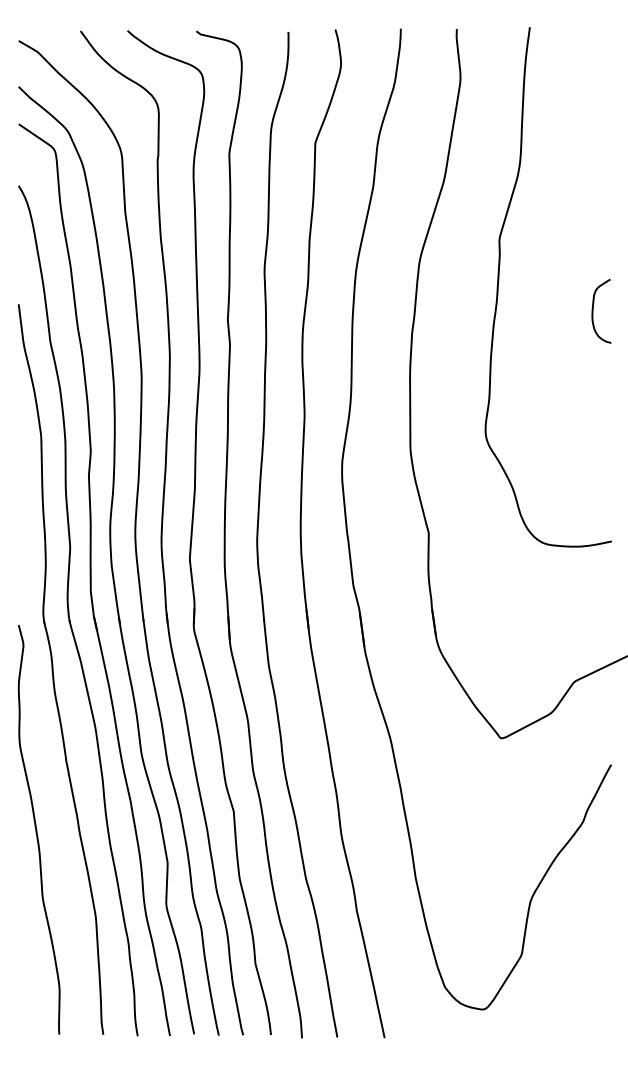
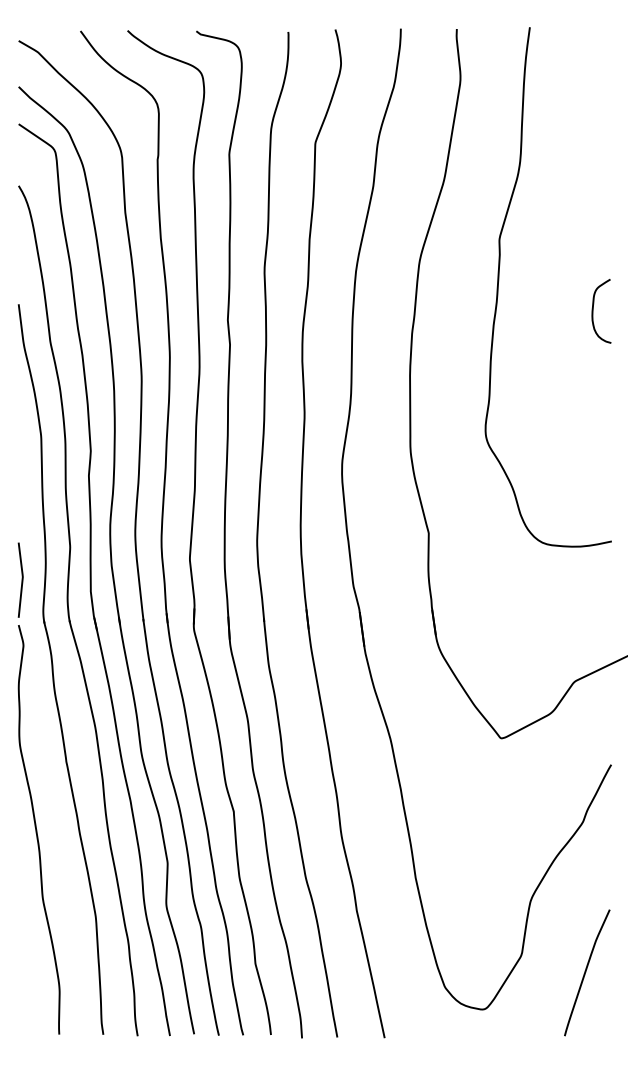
curve at (21, 579): none -> present
curve at (586, 972): none -> present
